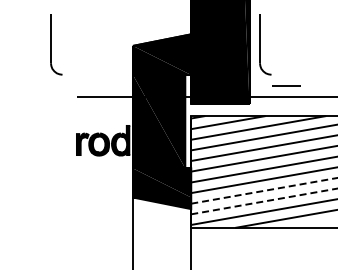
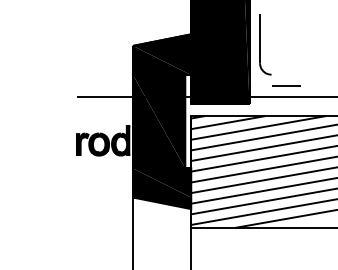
part at (56, 44): present -> none
line at (265, 190): dashed -> solid
line at (265, 201): dashed -> solid
